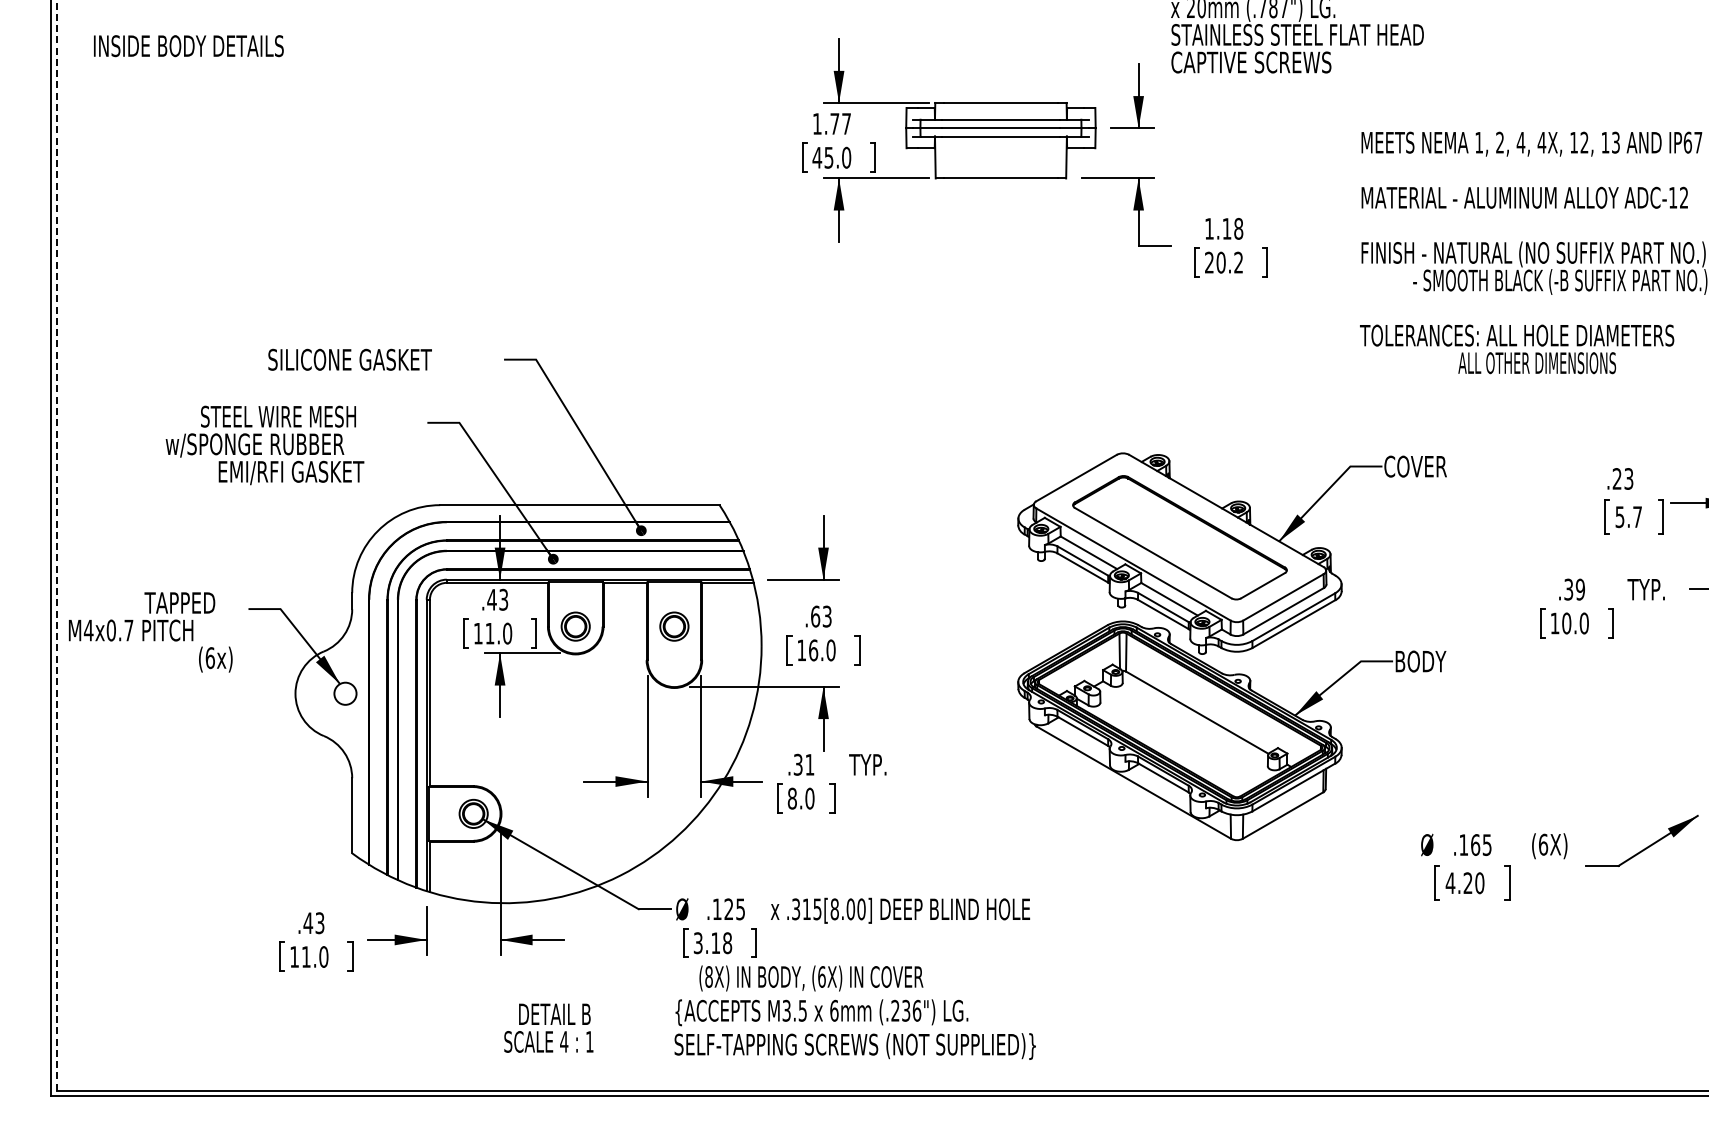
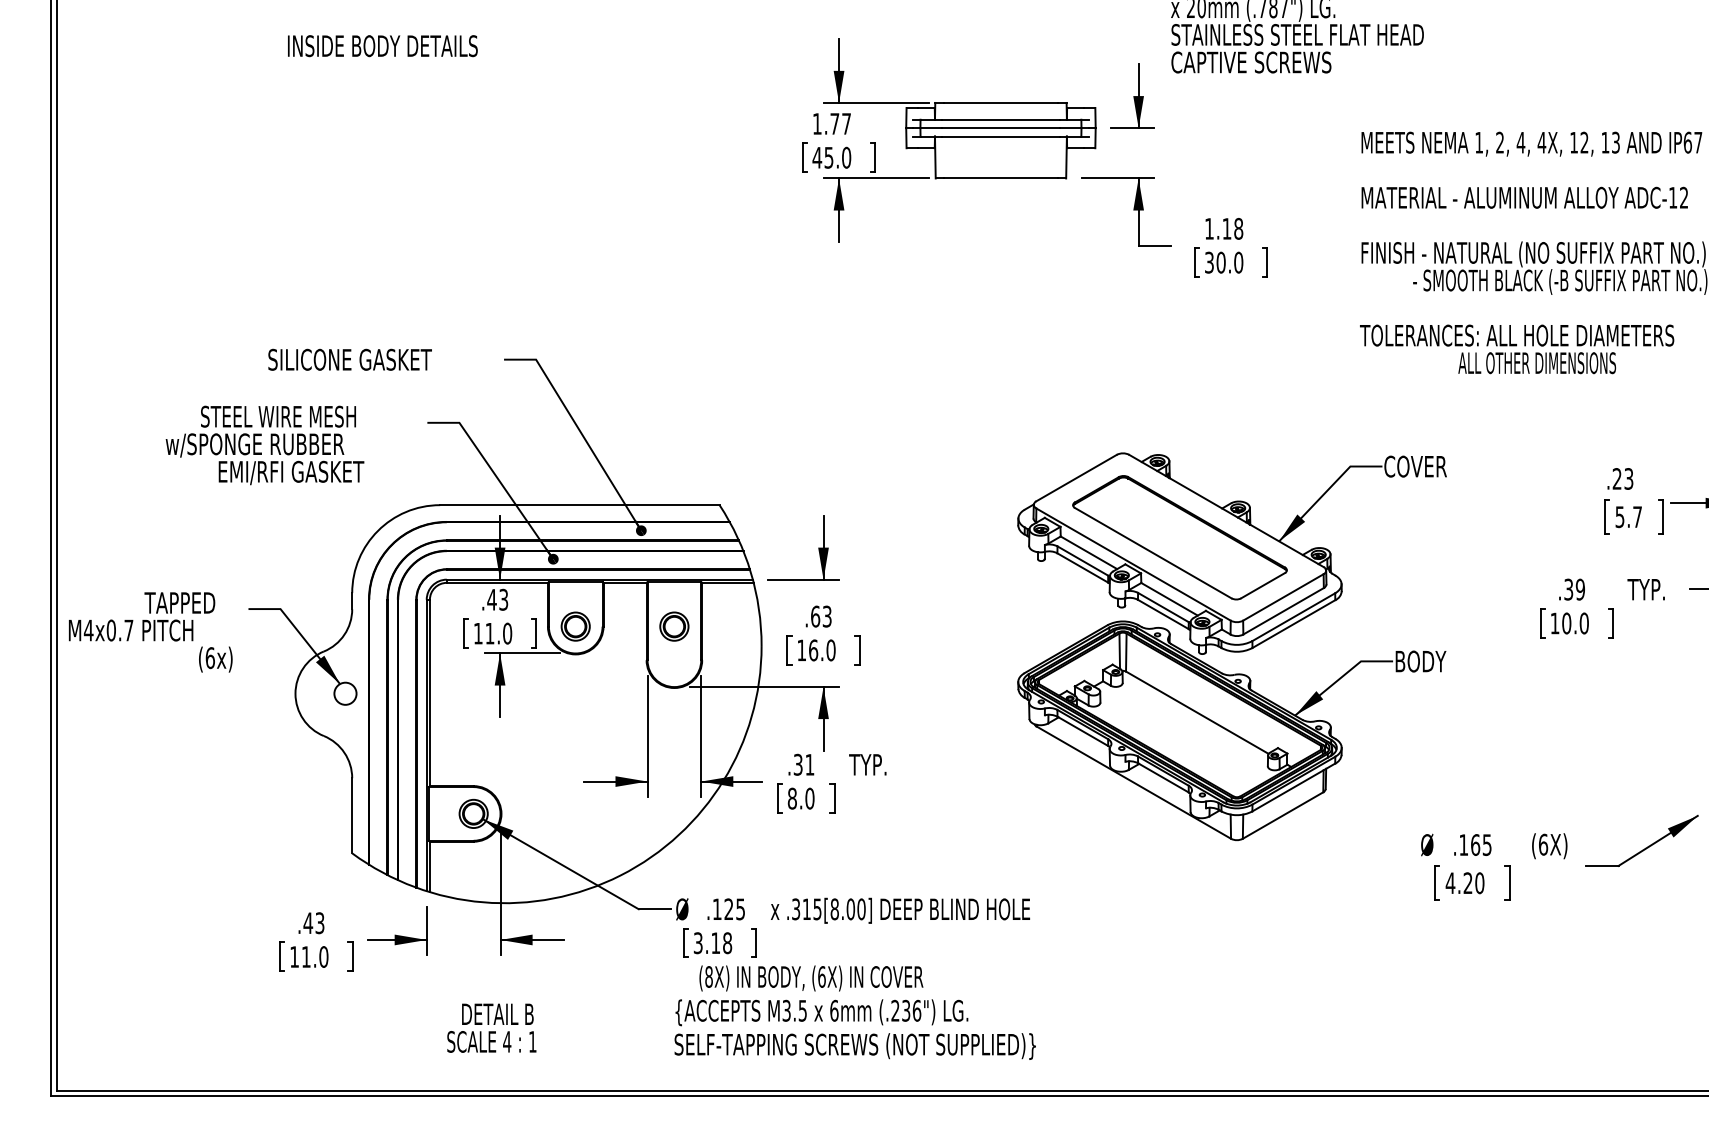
text at (188, 46) position: (188, 46) -> (382, 46)
text at (1224, 262): 20.2 -> 30.0
line at (56, 544): dashed -> solid
text at (548, 1027) position: (548, 1027) -> (491, 1027)
